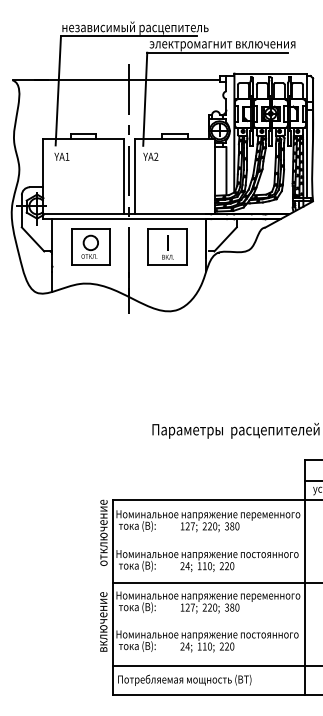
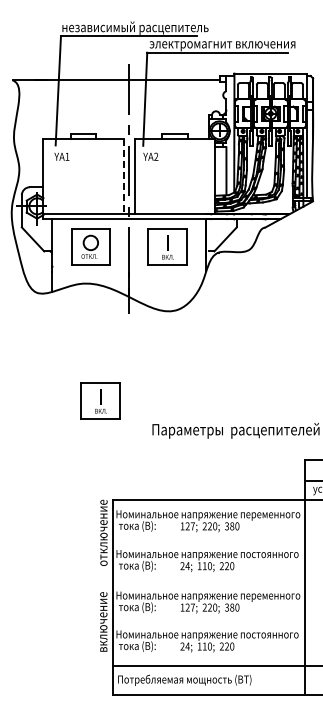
line at (123, 176): solid -> dashed
part at (100, 400): none -> present
line at (215, 582): present -> none
